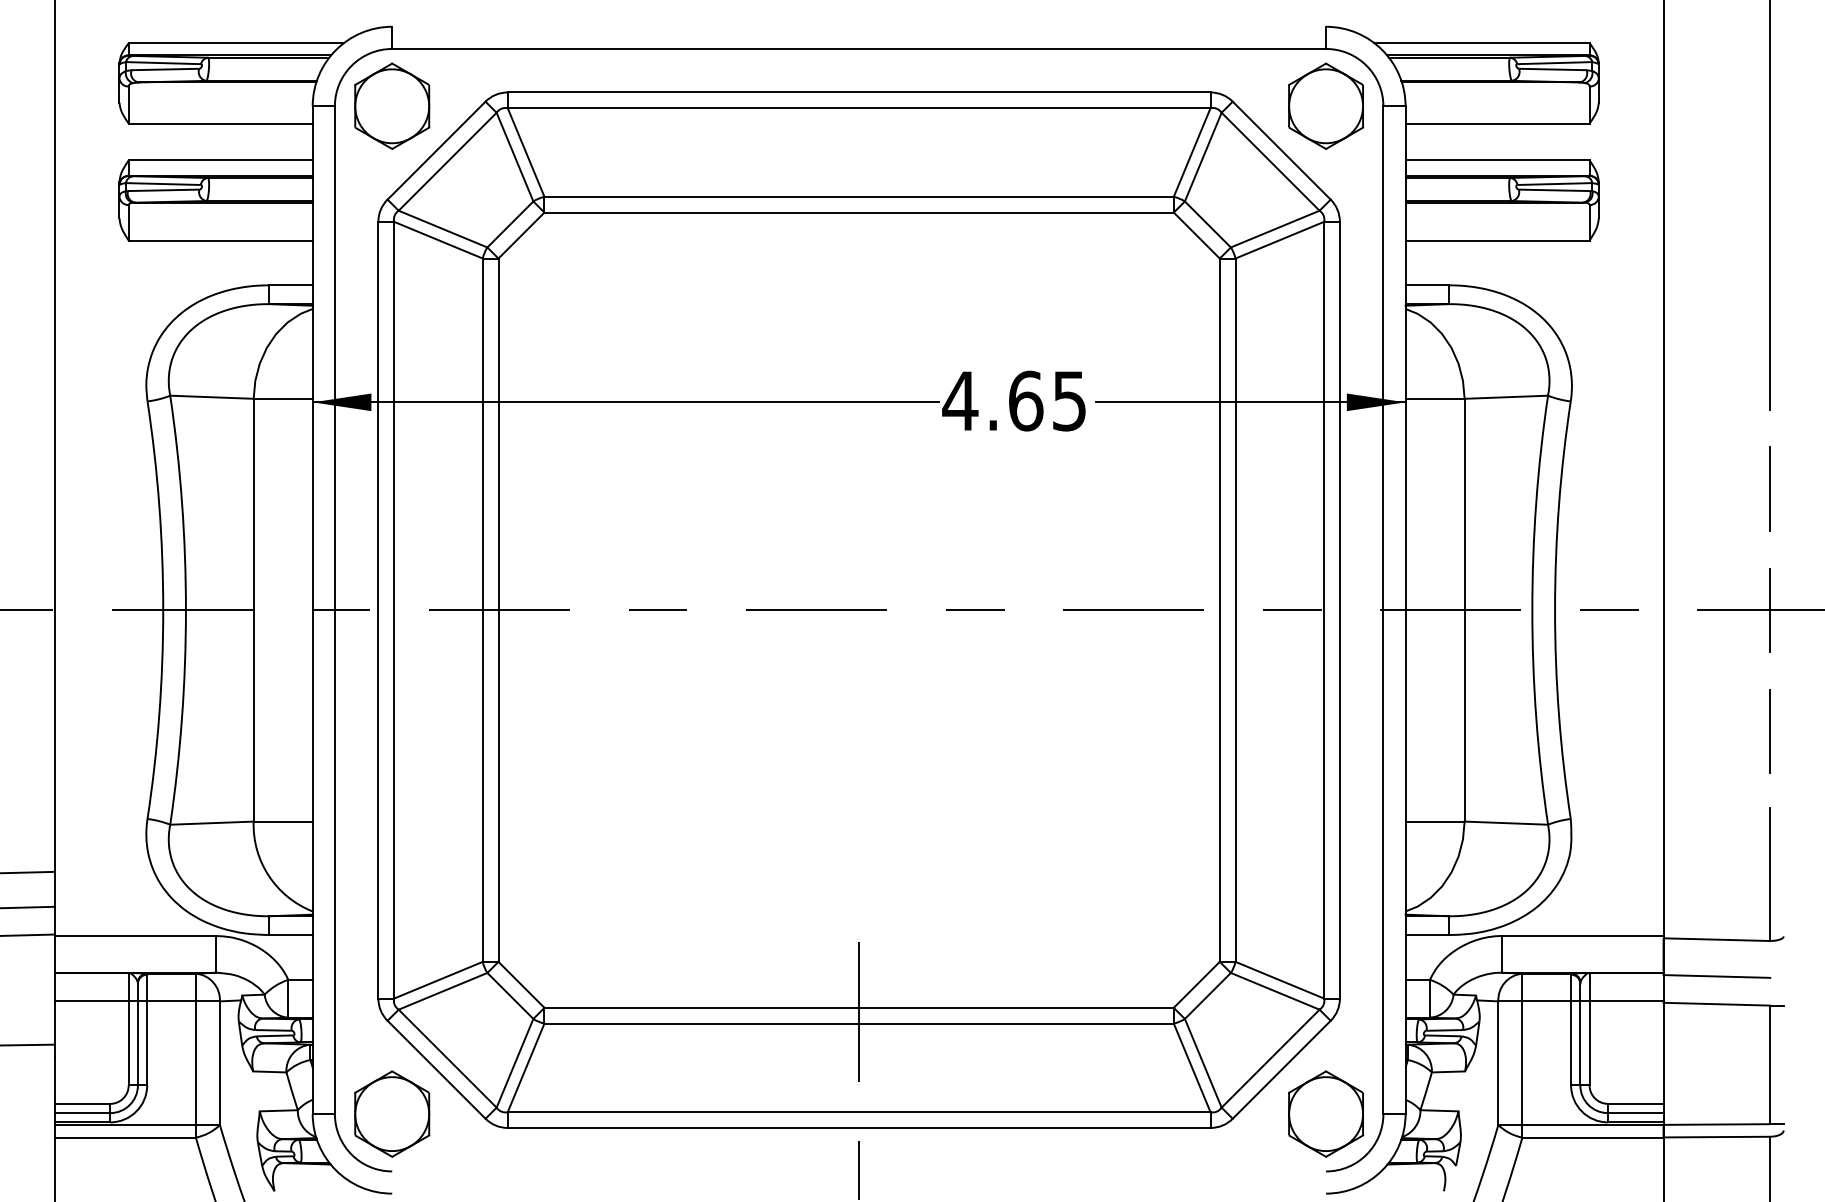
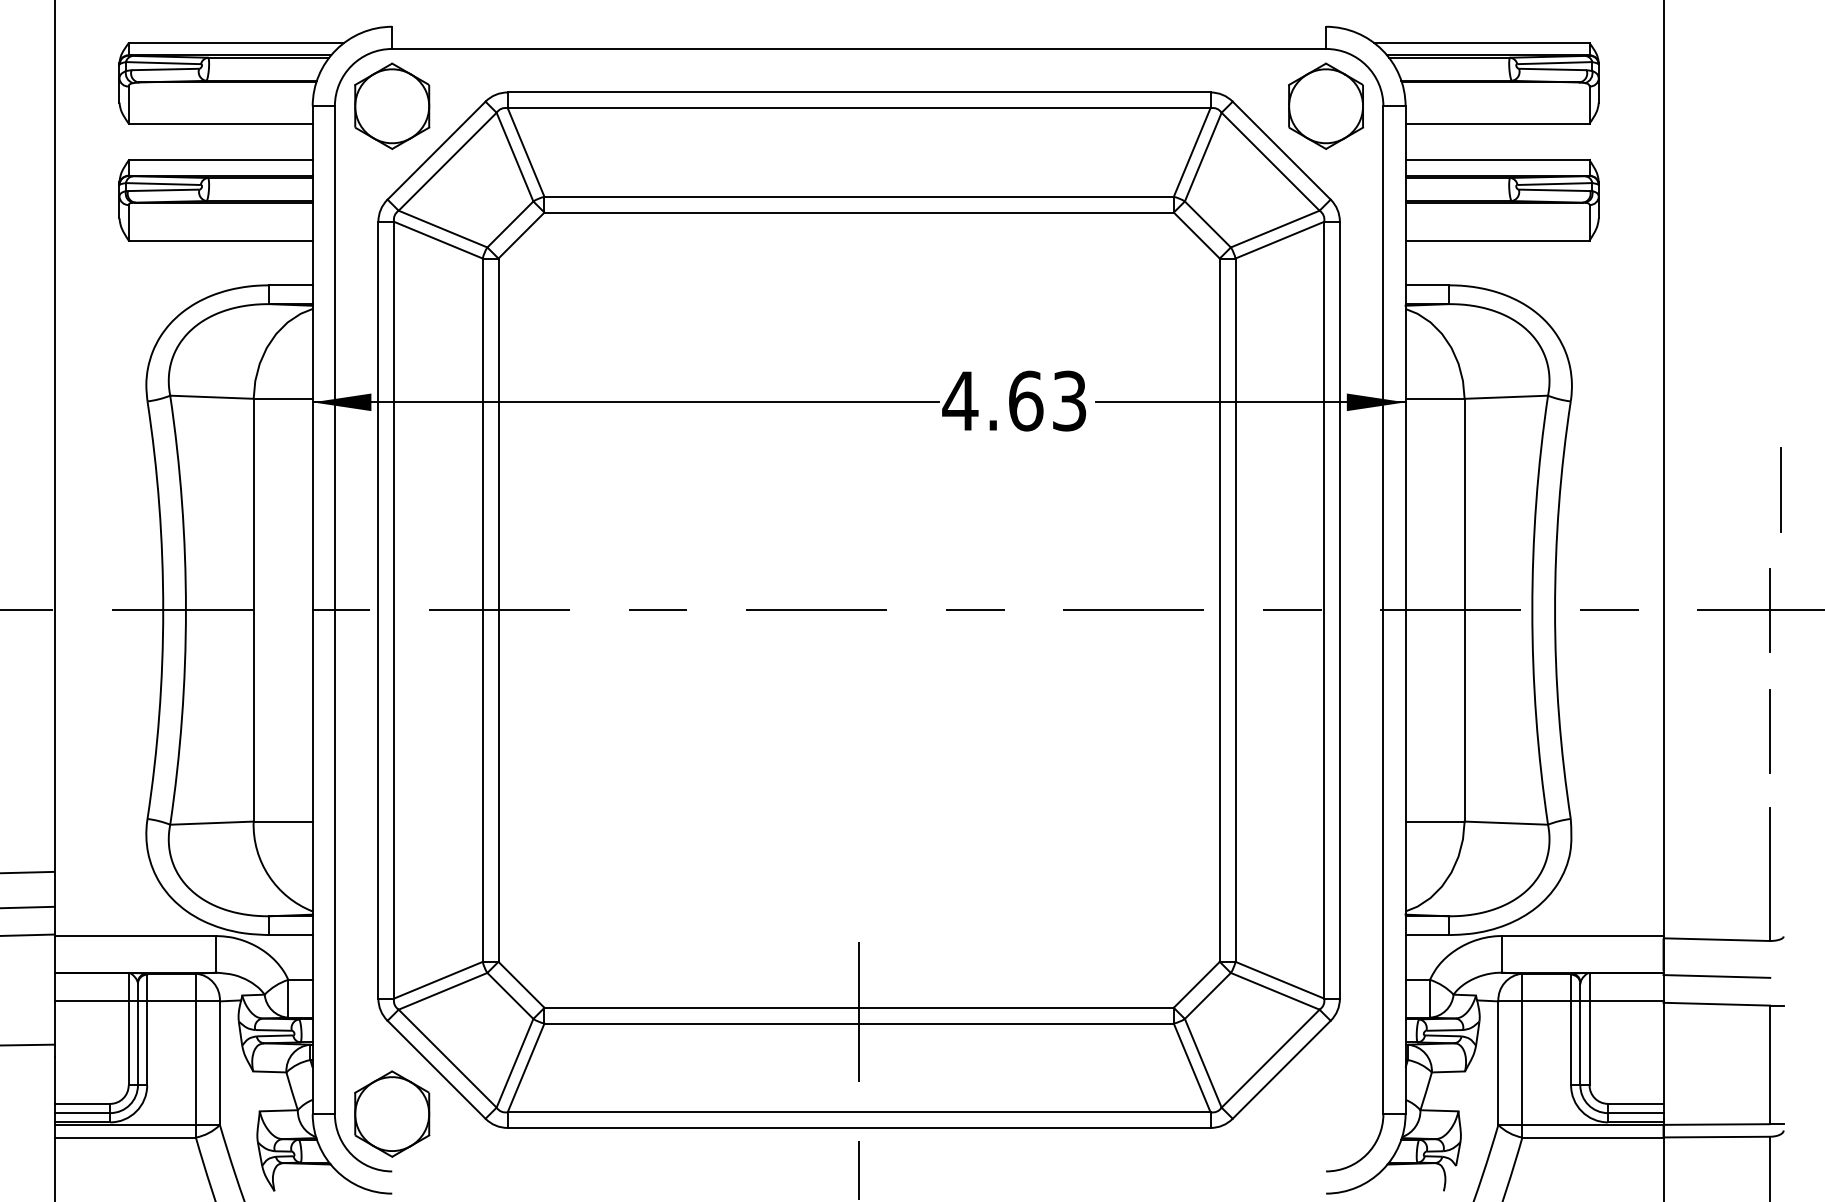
line at (1770, 205): present -> none
text at (1069, 400): 4.65 -> 4.63
line at (1769, 488) position: (1769, 488) -> (1780, 489)
part at (1326, 1113): present -> none
